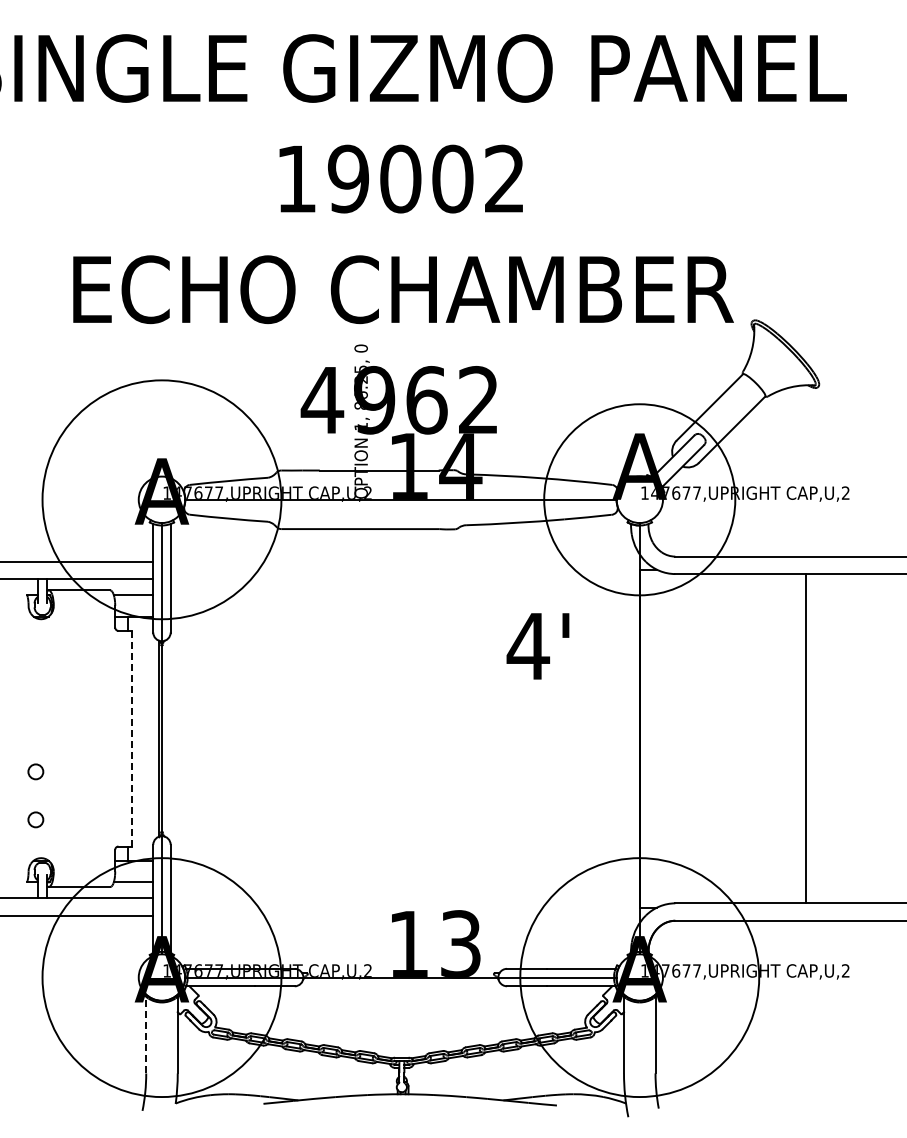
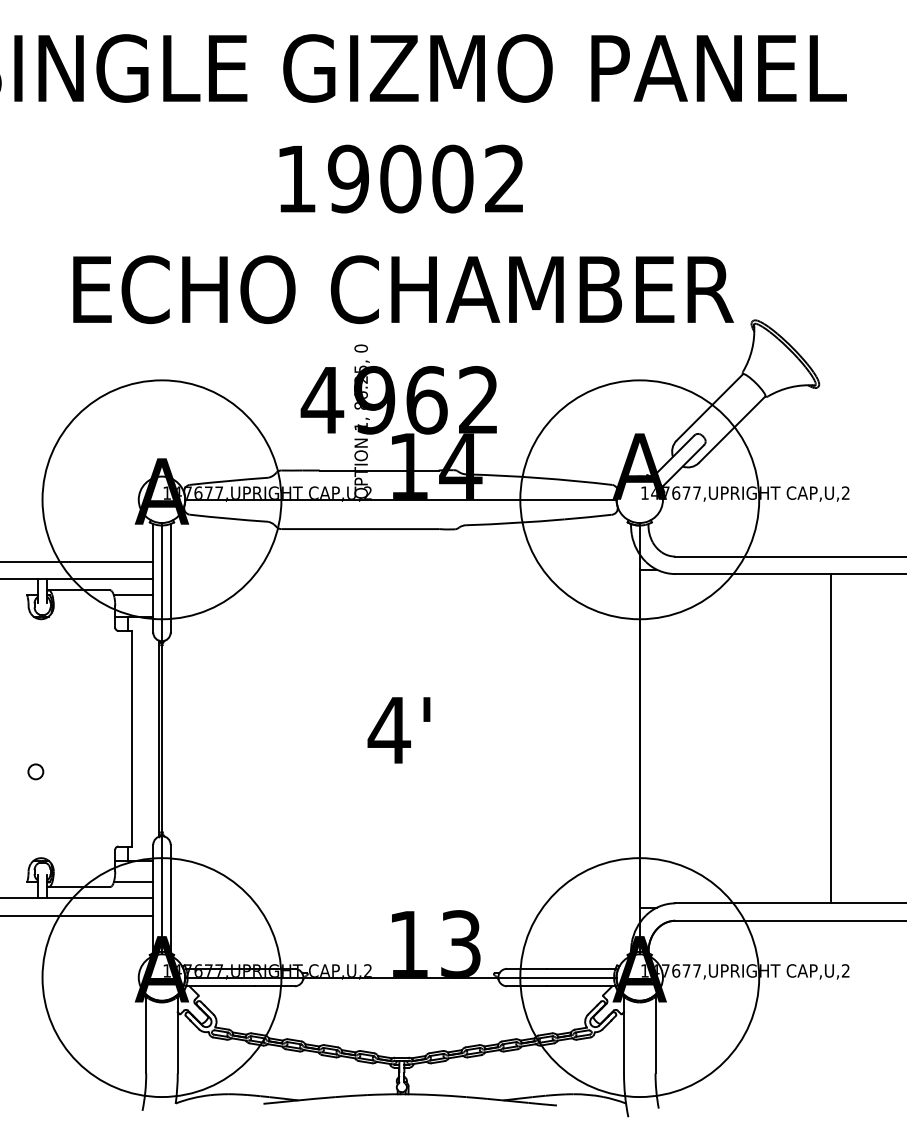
circle at (639, 499) diameter: 191 px -> 239 px
text at (537, 646) position: (537, 646) -> (398, 730)
line at (132, 738): dashed -> solid
line at (806, 738) position: (806, 738) -> (831, 738)
circle at (35, 819): present -> none
line at (146, 1034): dashed -> solid
